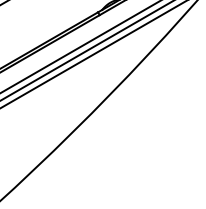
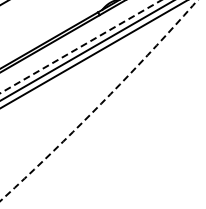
line at (80, 47): solid -> dashed
arc at (101, 103): solid -> dashed
